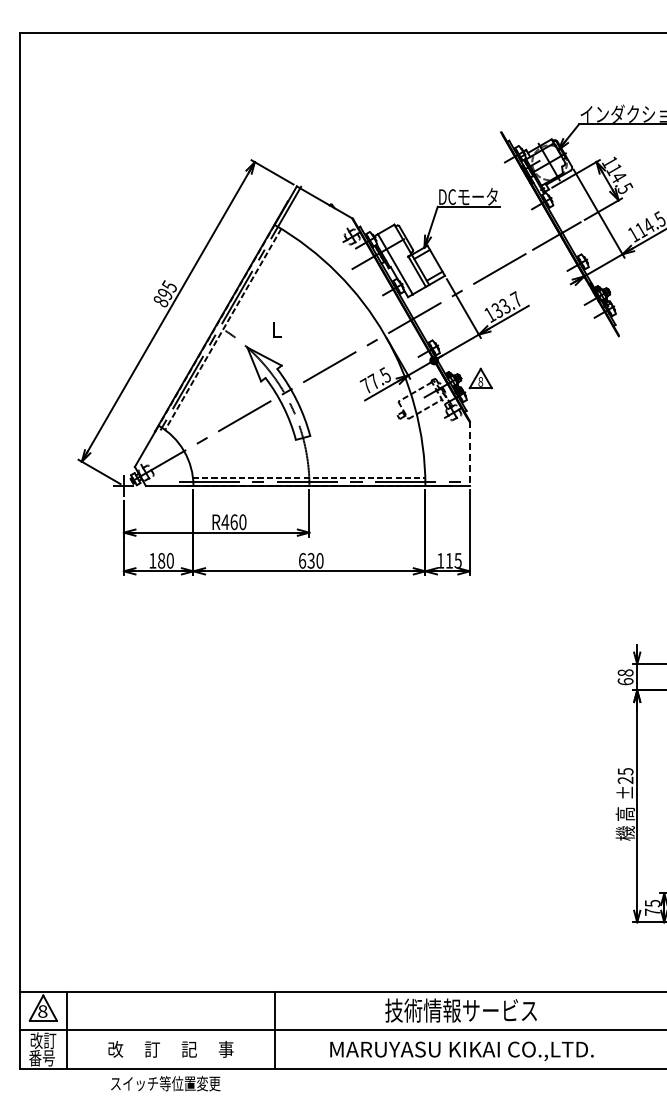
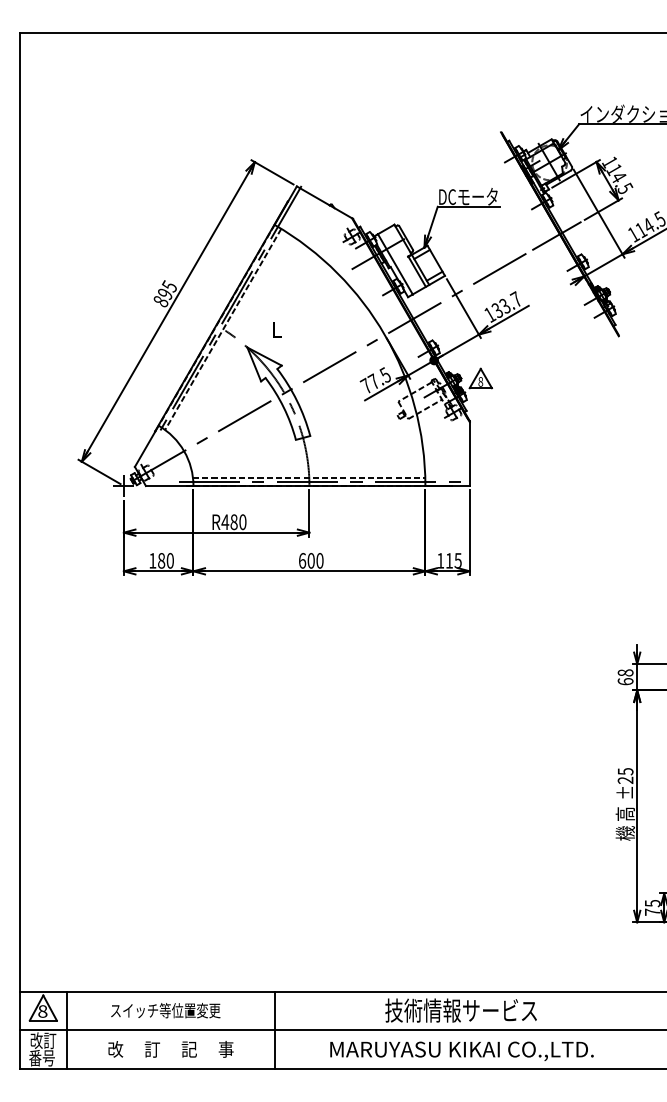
line at (469, 454): dashed -> solid
text at (233, 521): R460 -> R480
text at (310, 560): 630 -> 600
text at (165, 1083) position: (165, 1083) -> (165, 1010)
